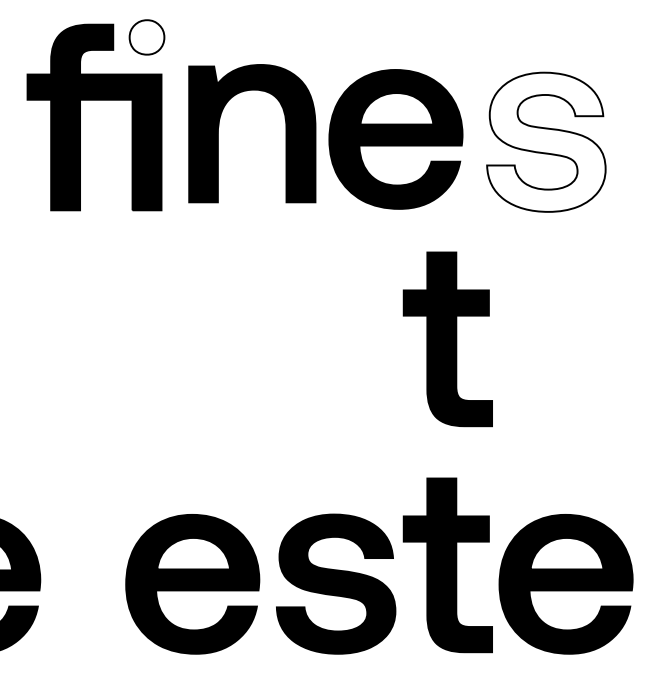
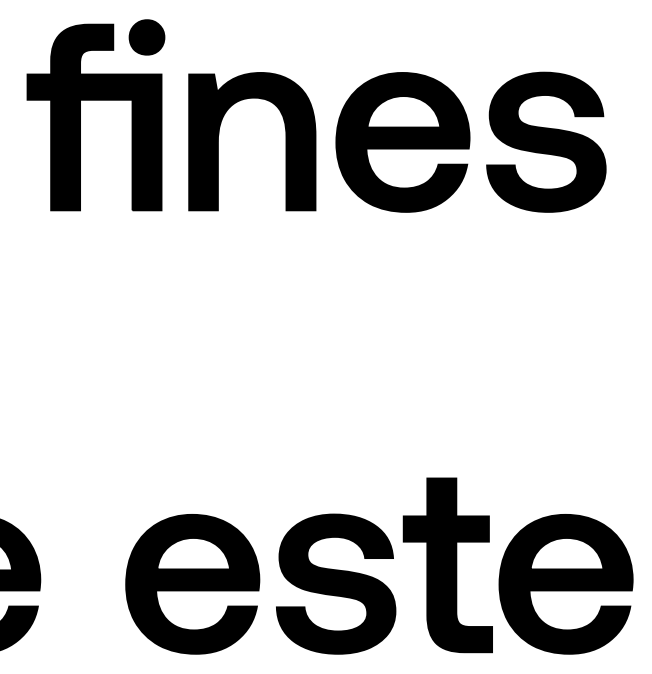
fill at (146, 37): none -> present
part at (285, 133) position: (285, 133) -> (285, 141)
part at (395, 139) position: (395, 139) -> (402, 142)
fill at (546, 141): none -> present
part at (447, 339): present -> none
